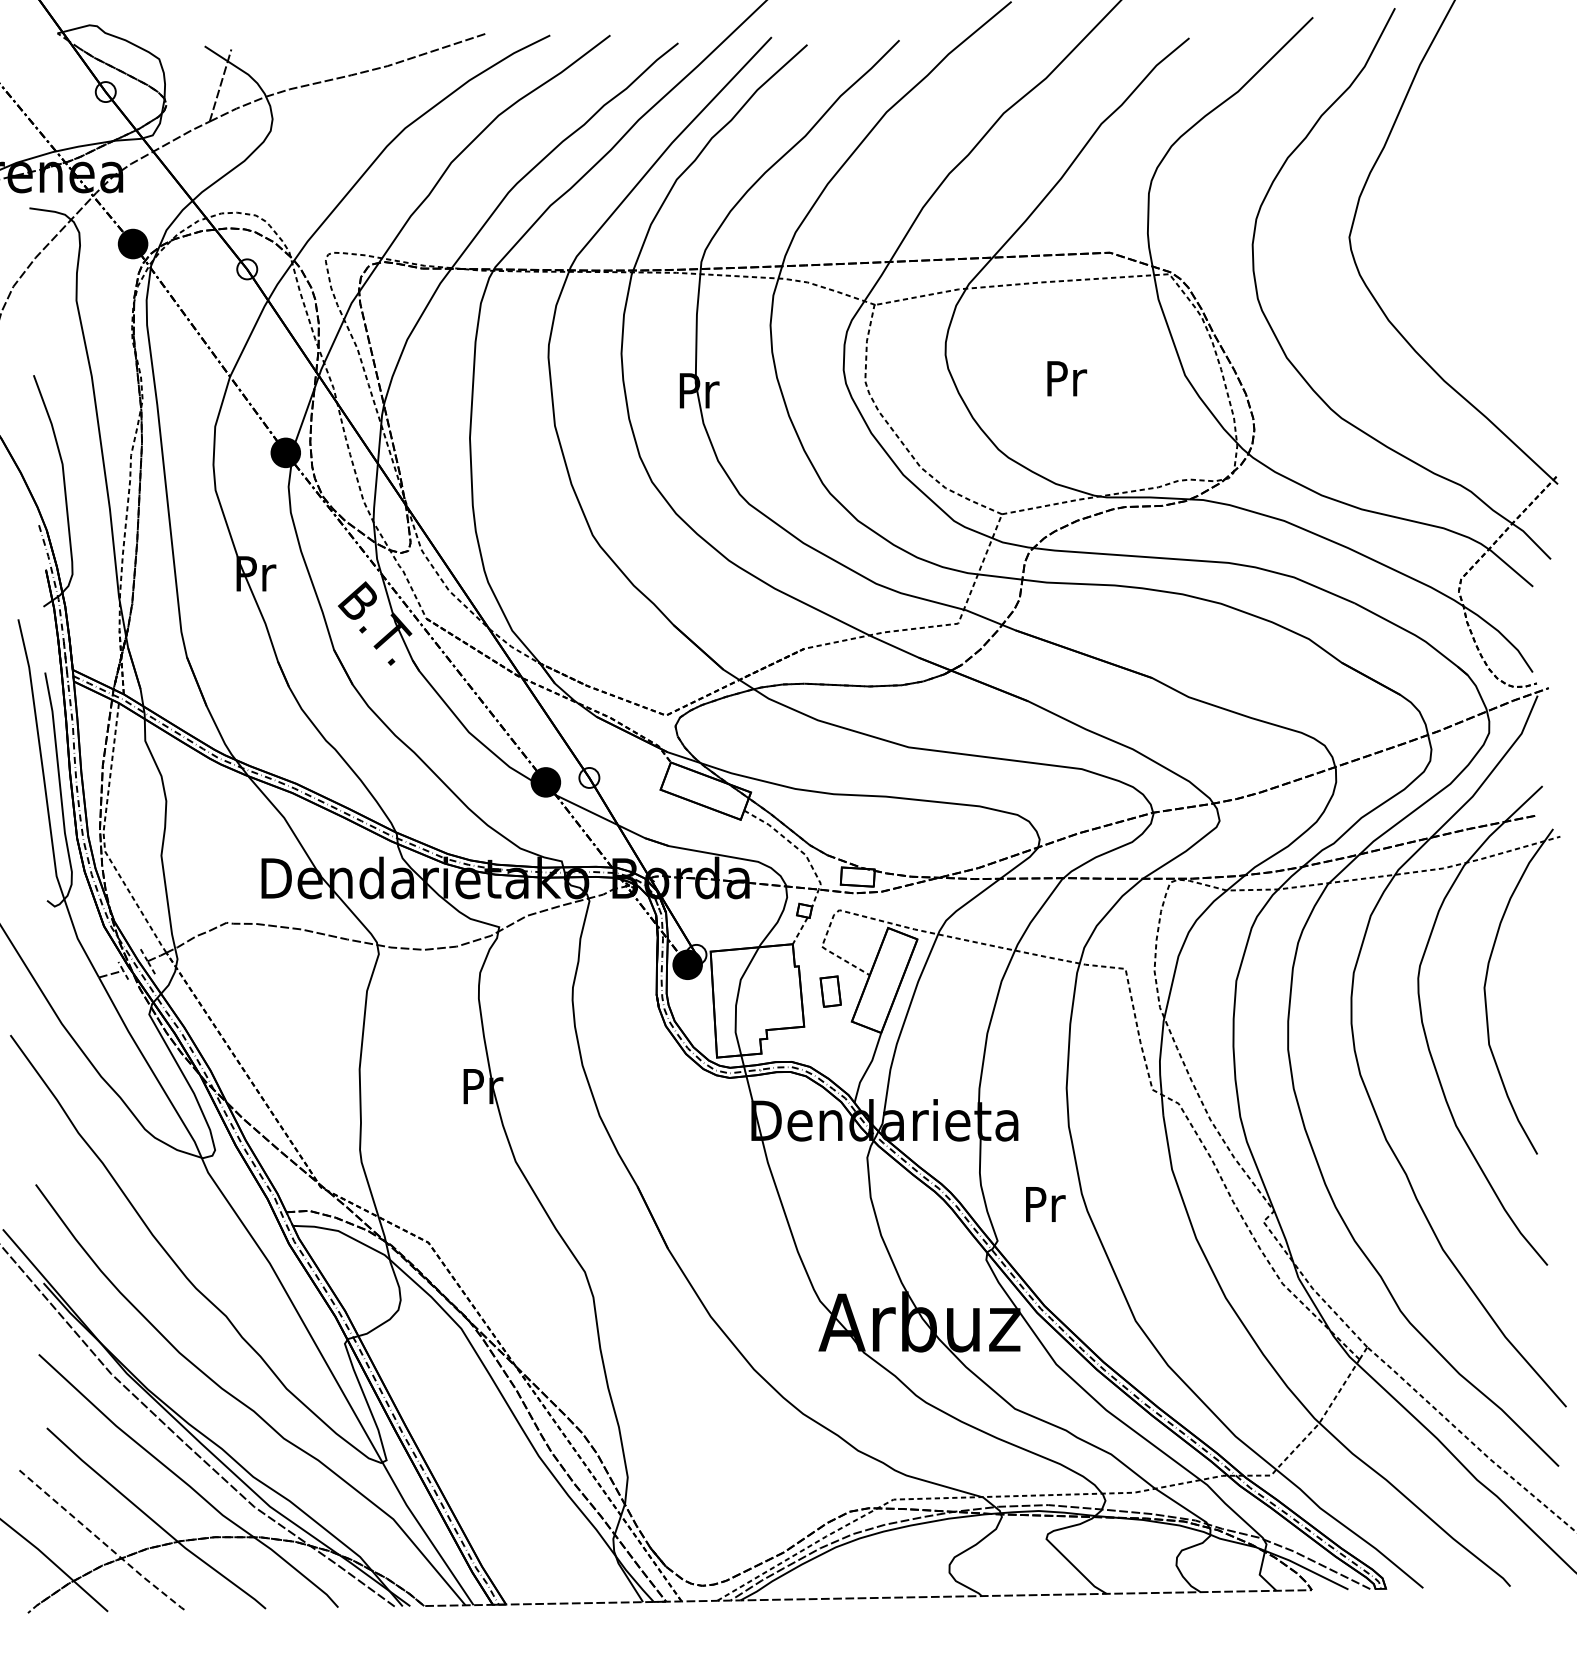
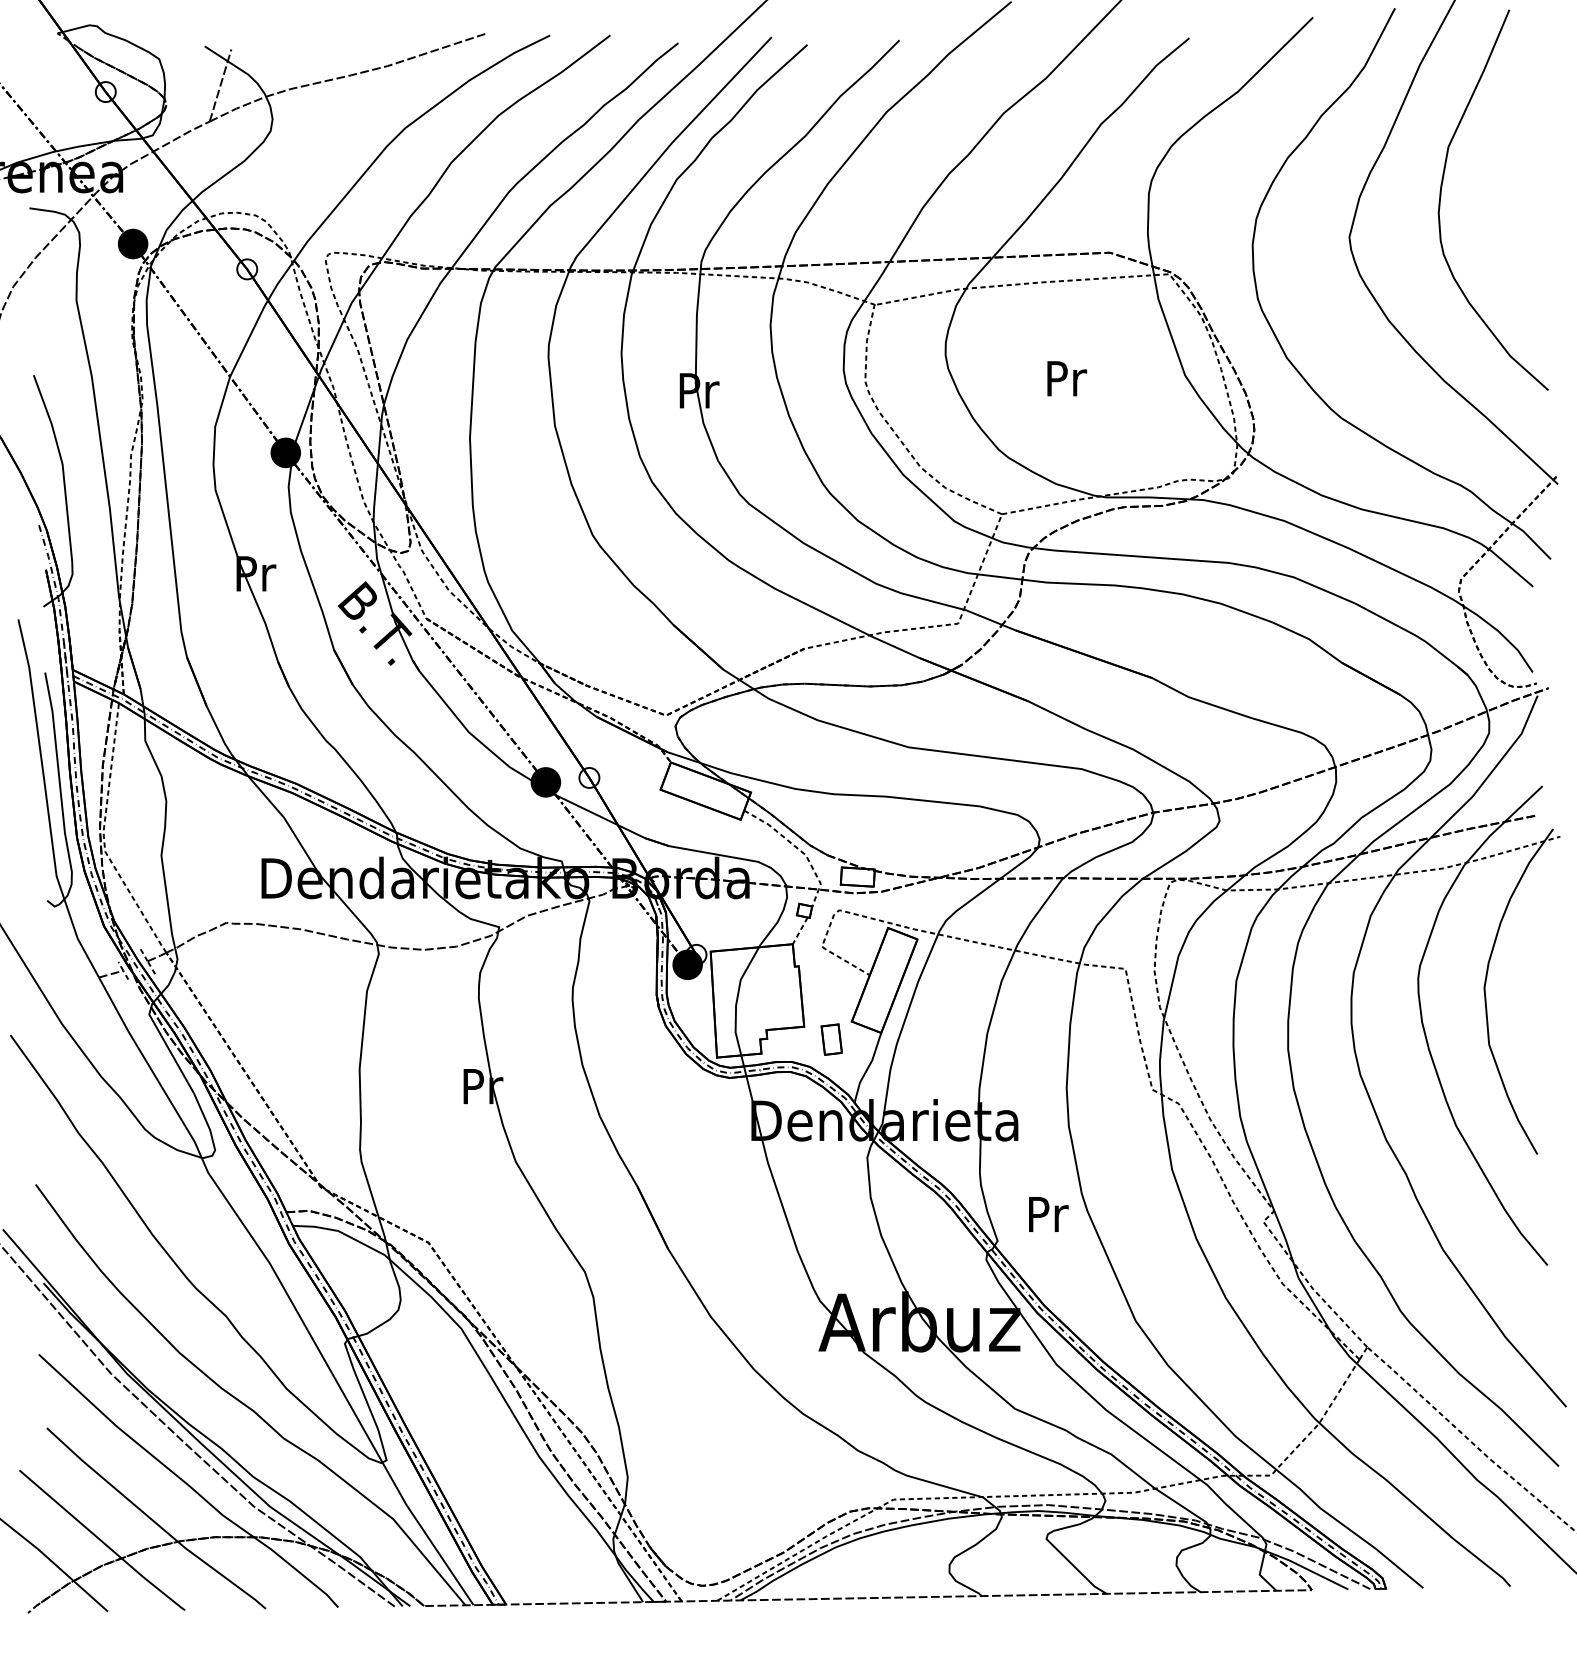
curve at (1441, 197): none -> present
part at (830, 991) position: (830, 991) -> (831, 1039)
text at (1045, 1204) position: (1045, 1204) -> (1048, 1214)
line at (102, 1542): dashed -> solid
